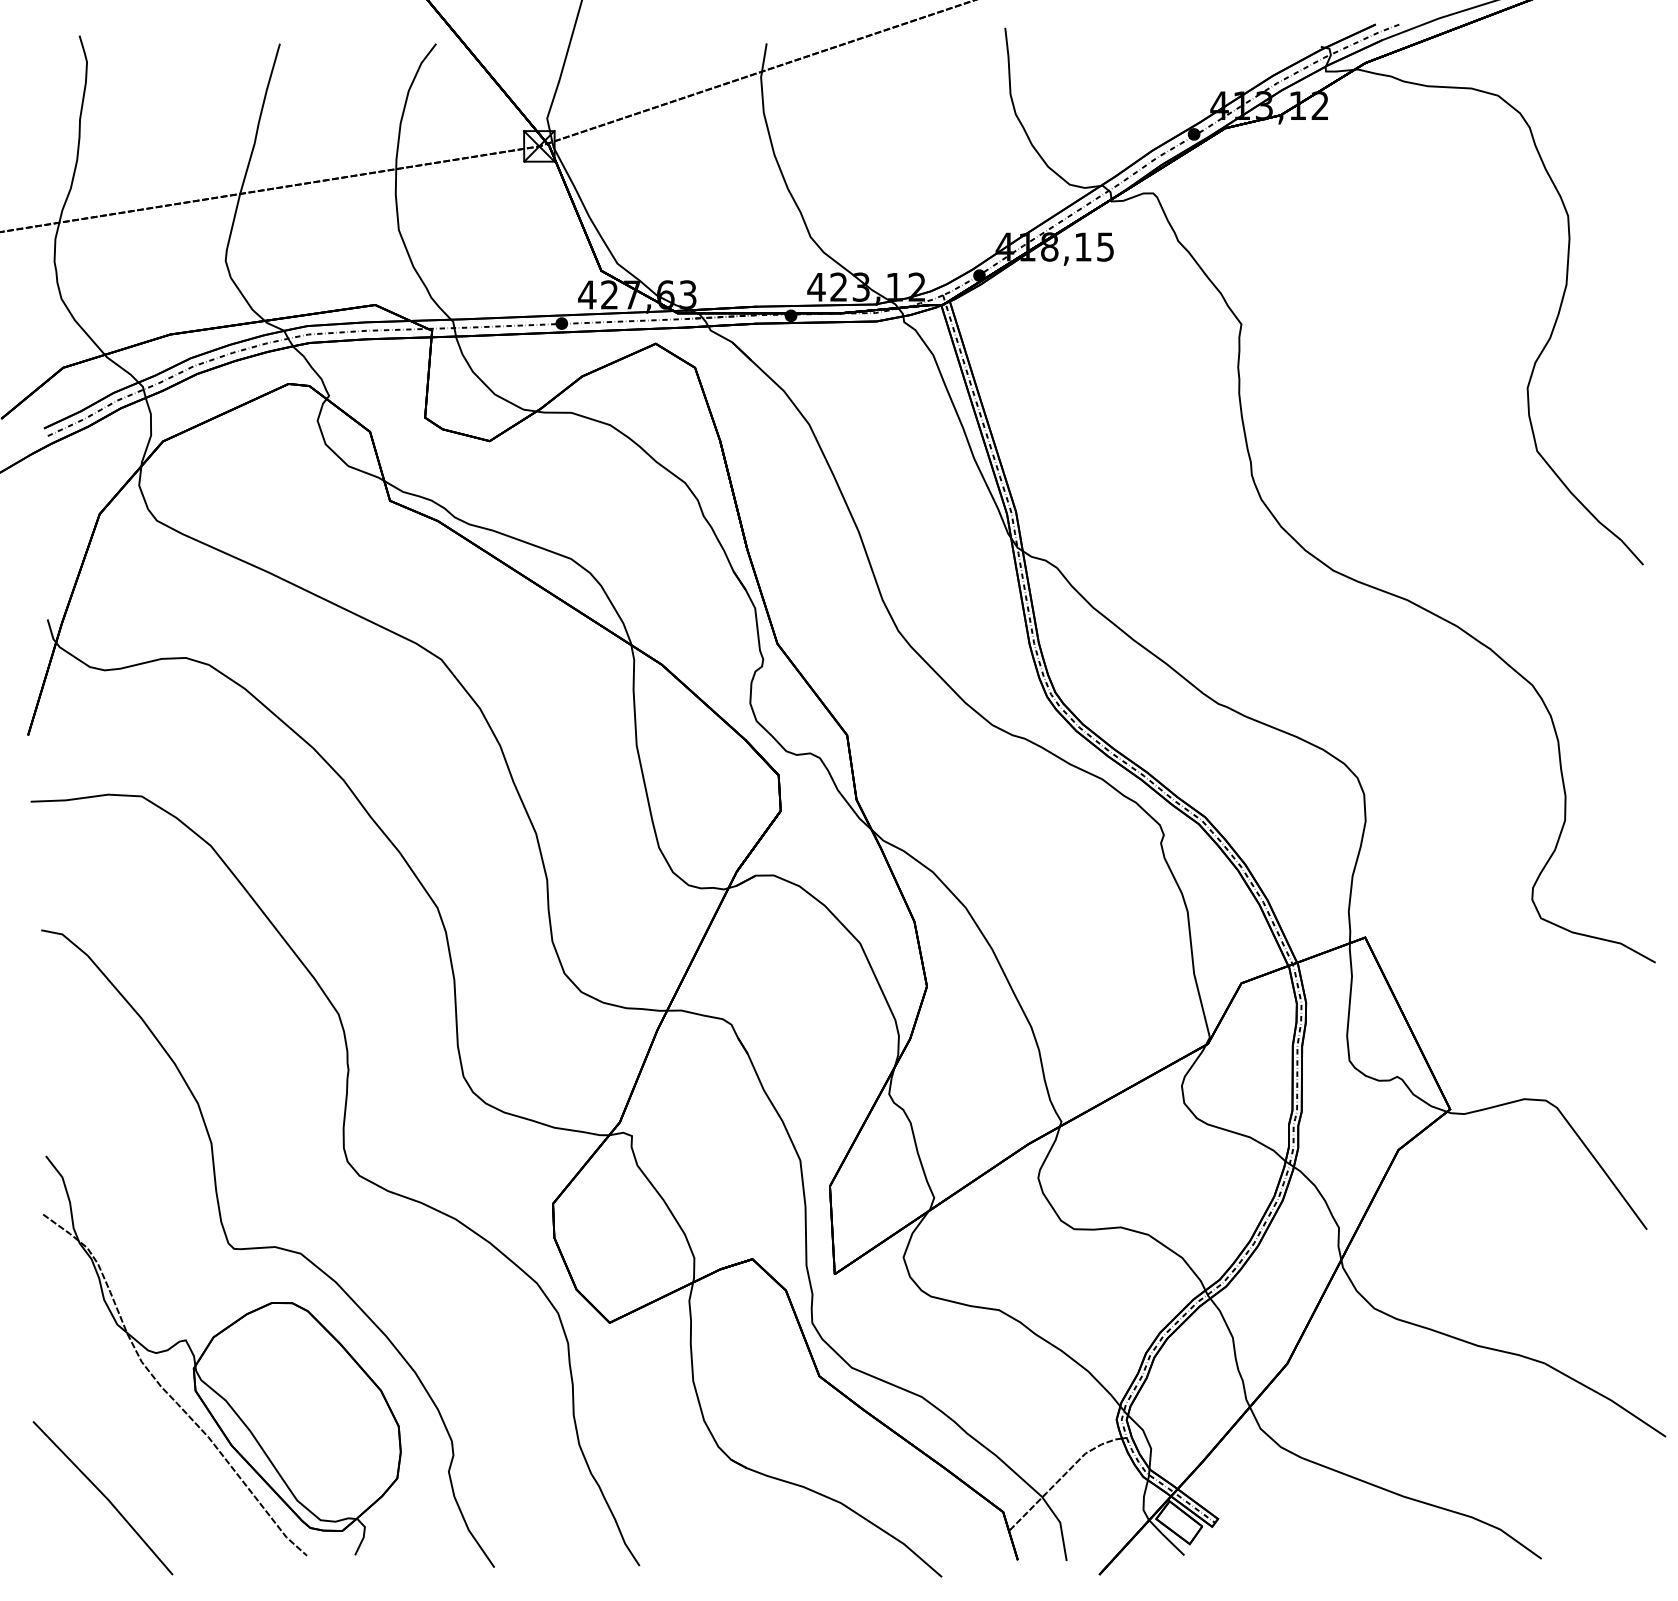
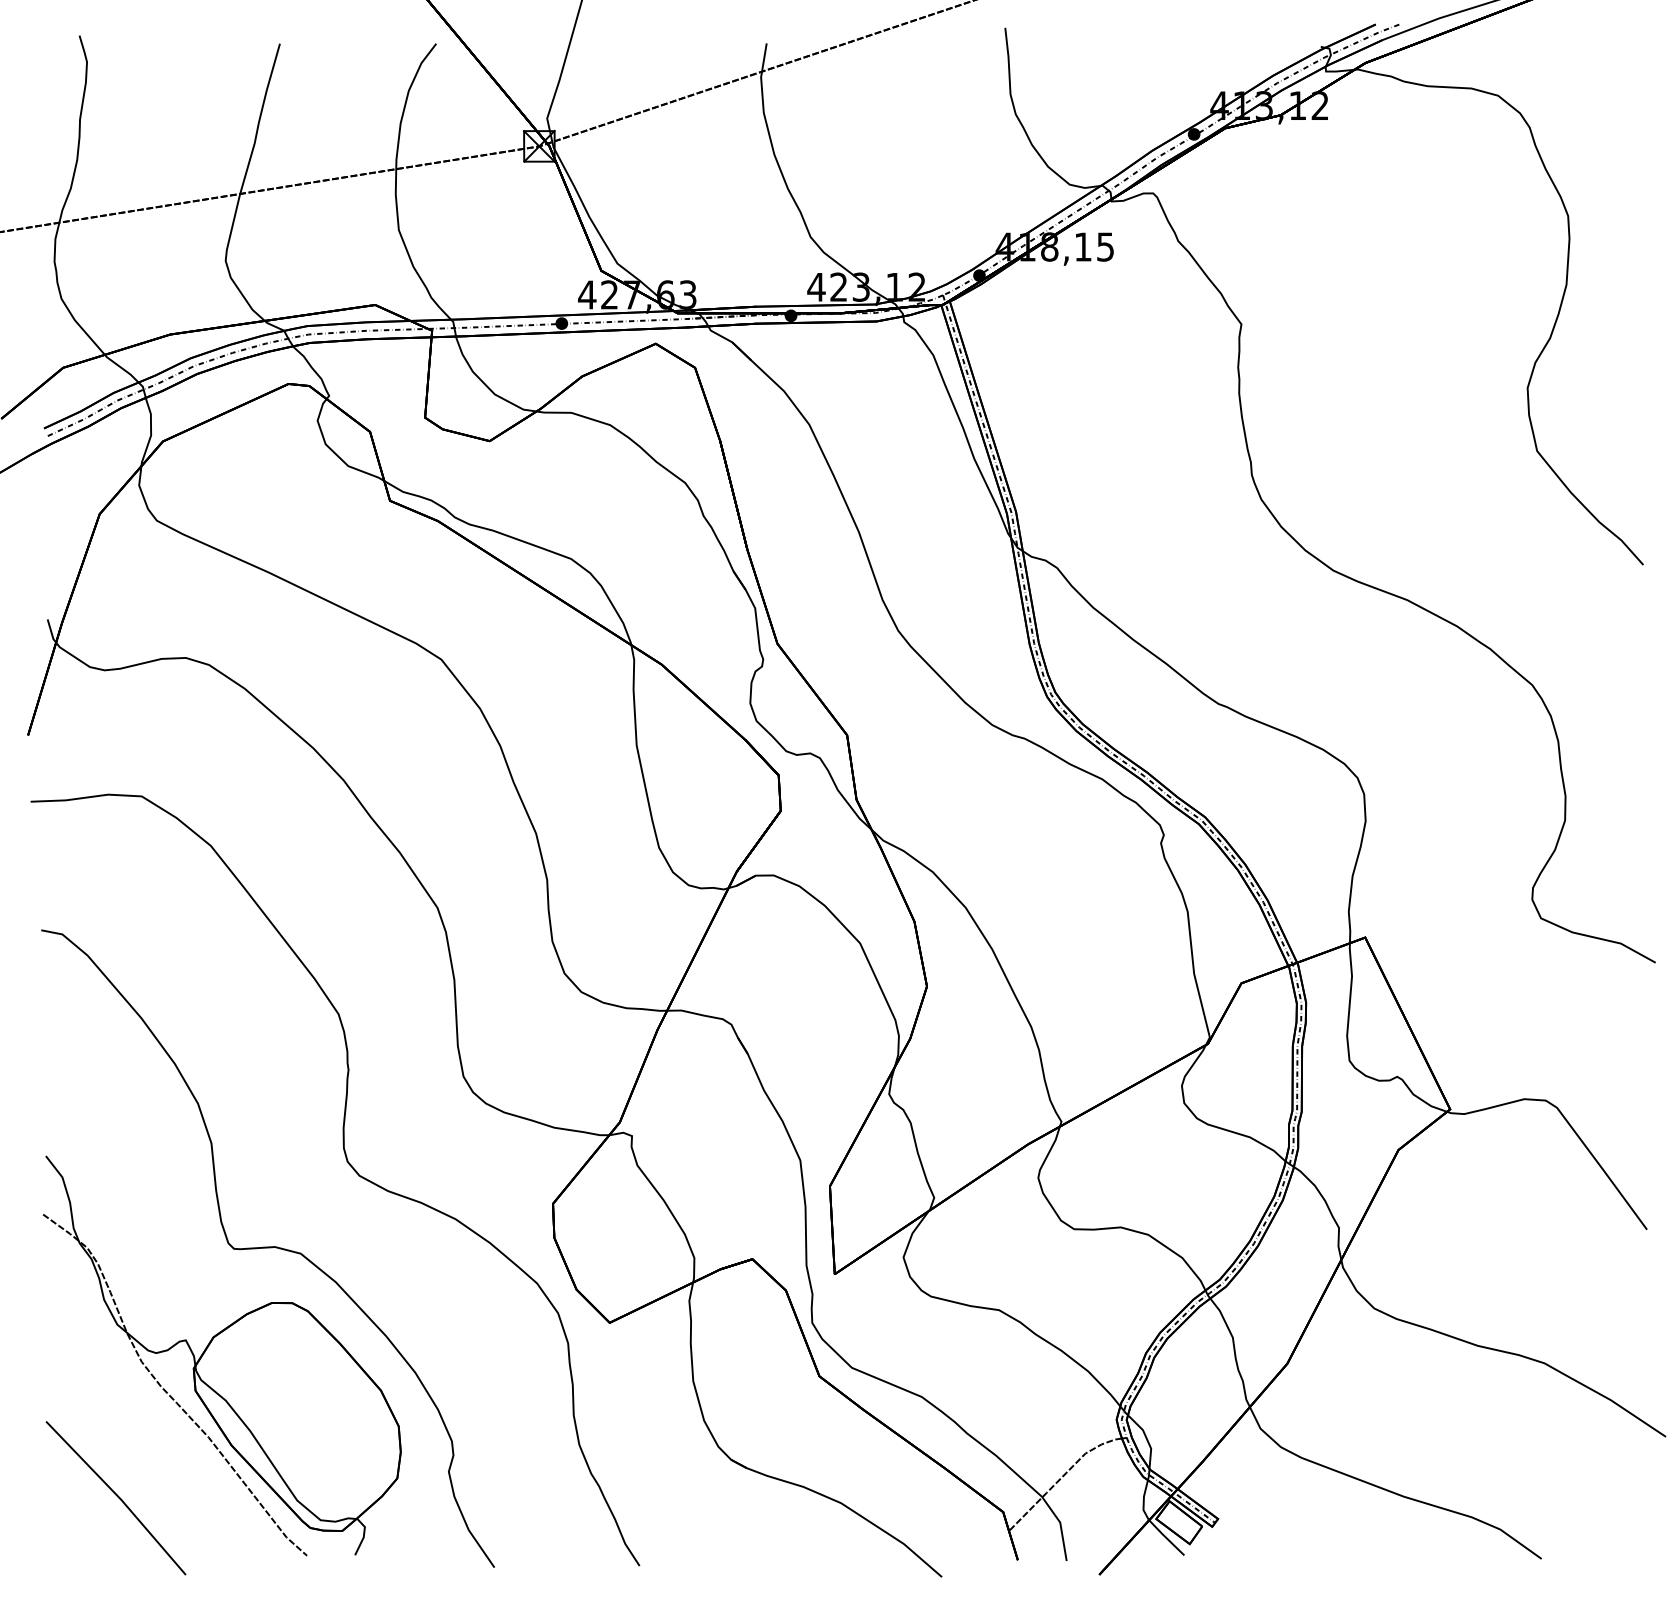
line at (103, 1496) position: (103, 1496) -> (116, 1496)
